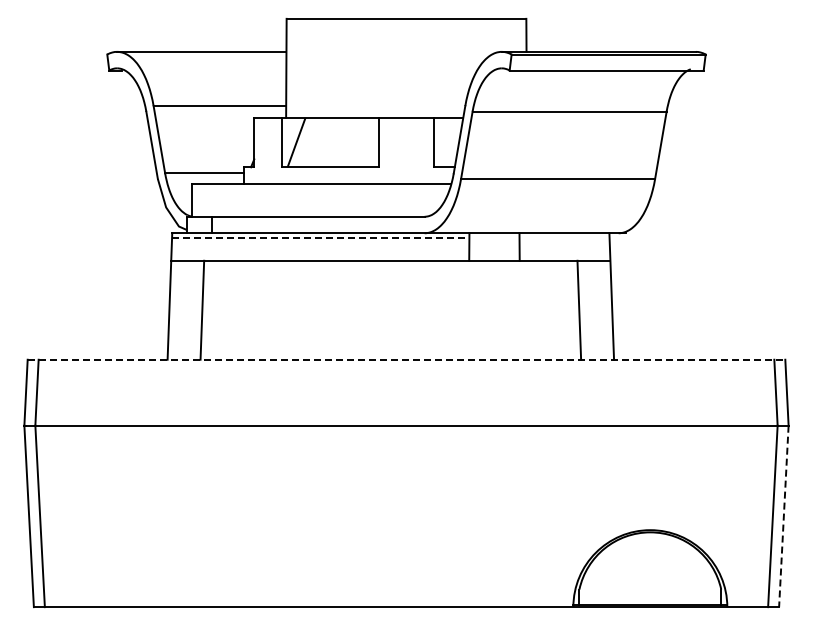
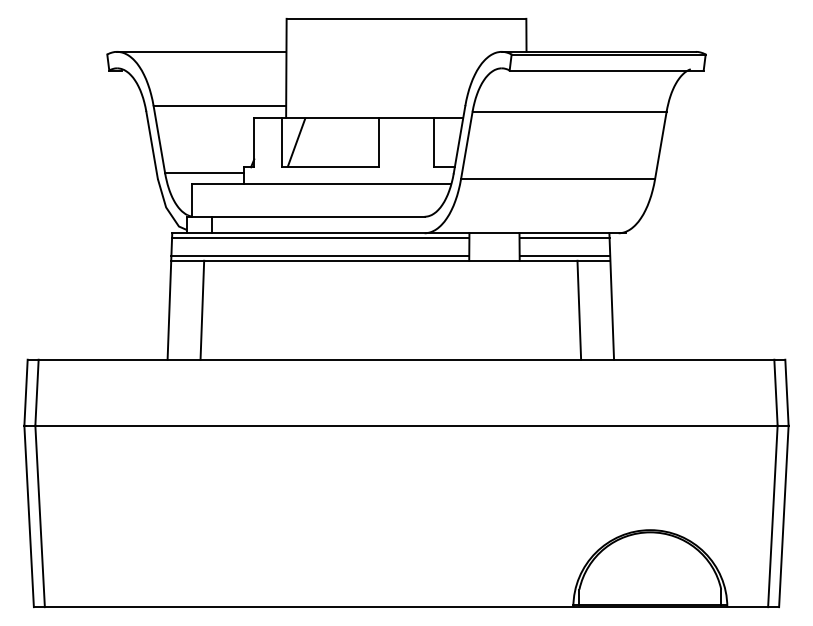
line at (320, 238): dashed -> solid
line at (564, 238): none -> present
line at (320, 256): none -> present
line at (564, 256): none -> present
line at (406, 359): dashed -> solid
line at (783, 516): dashed -> solid
